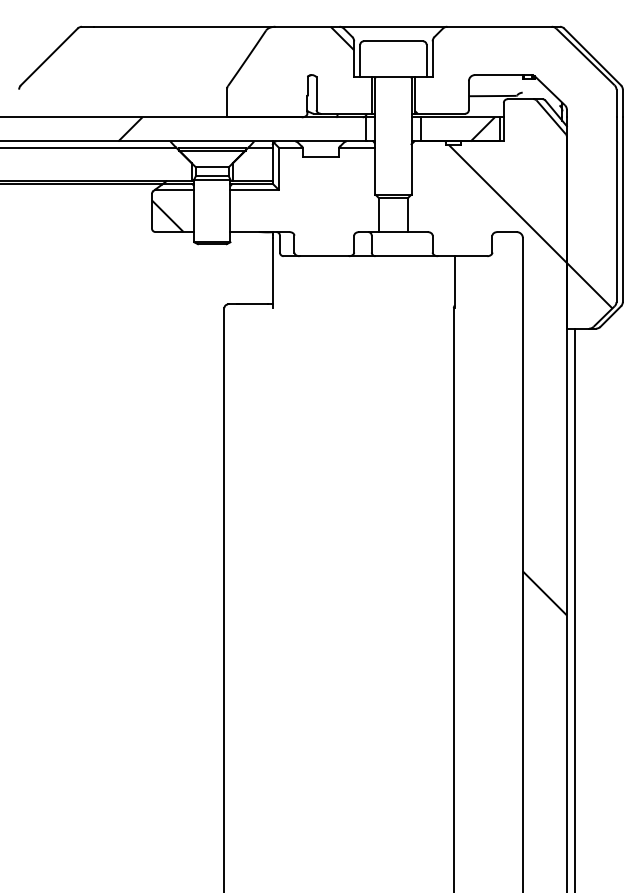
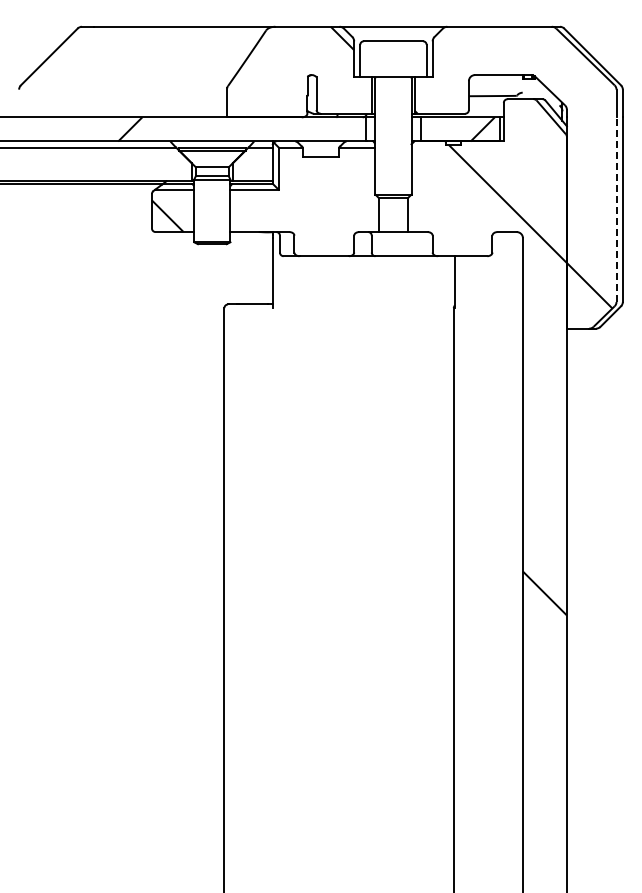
line at (616, 209): solid -> dashed
line at (574, 608): present -> none
